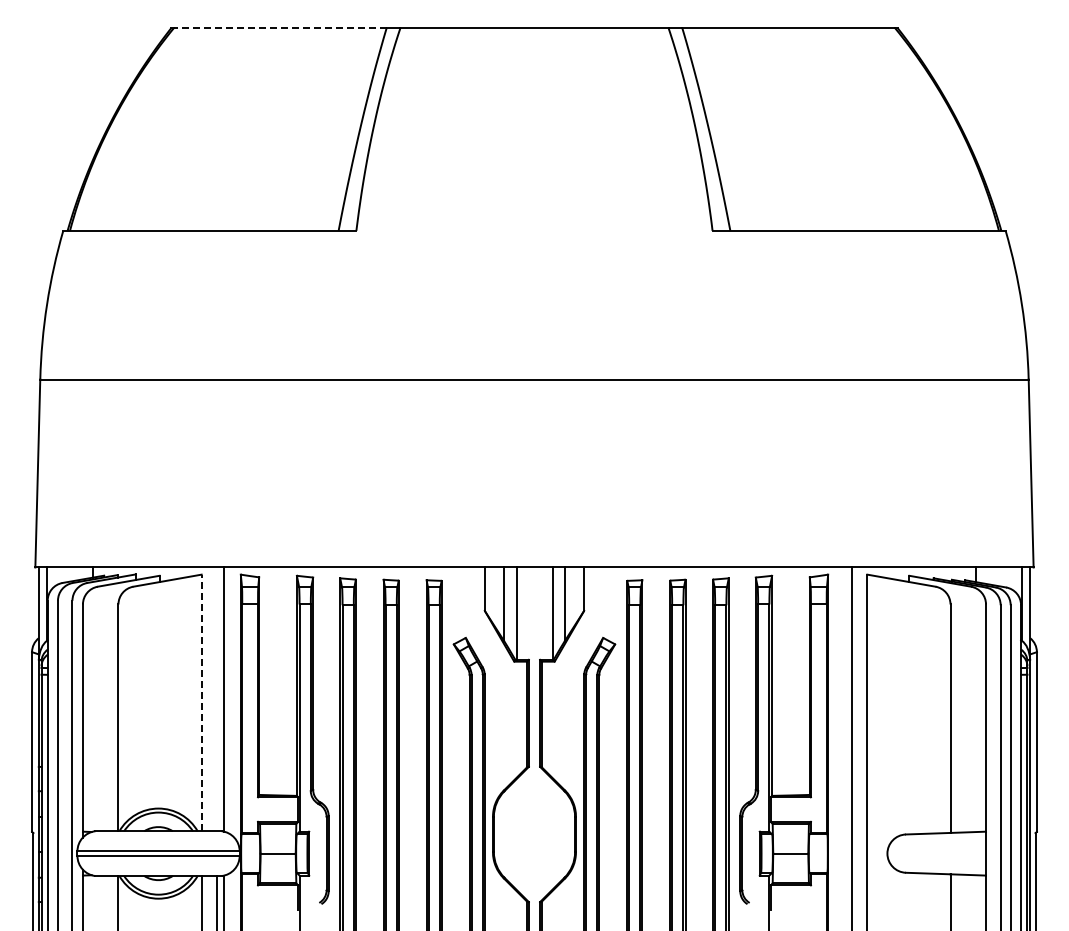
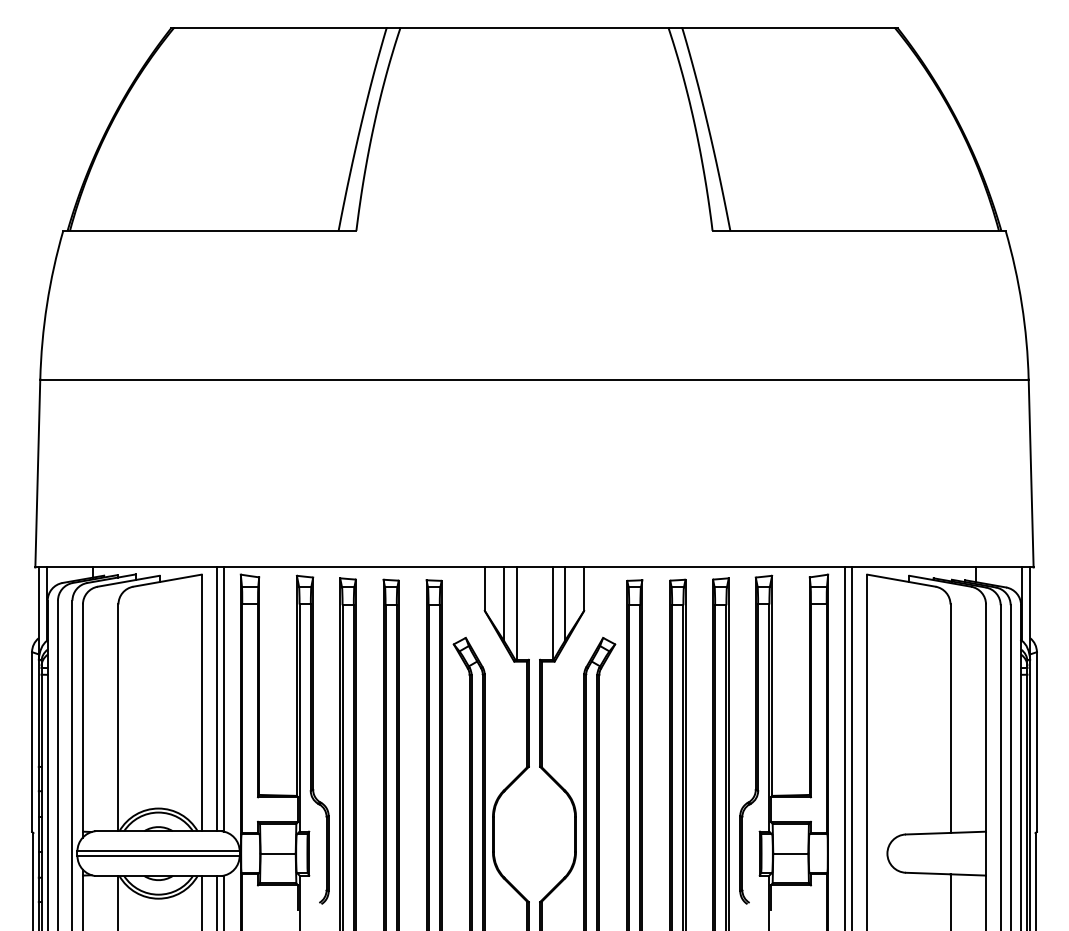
line at (279, 28): dashed -> solid
line at (217, 699): none -> present
line at (201, 702): dashed -> solid
line at (845, 747): none -> present
